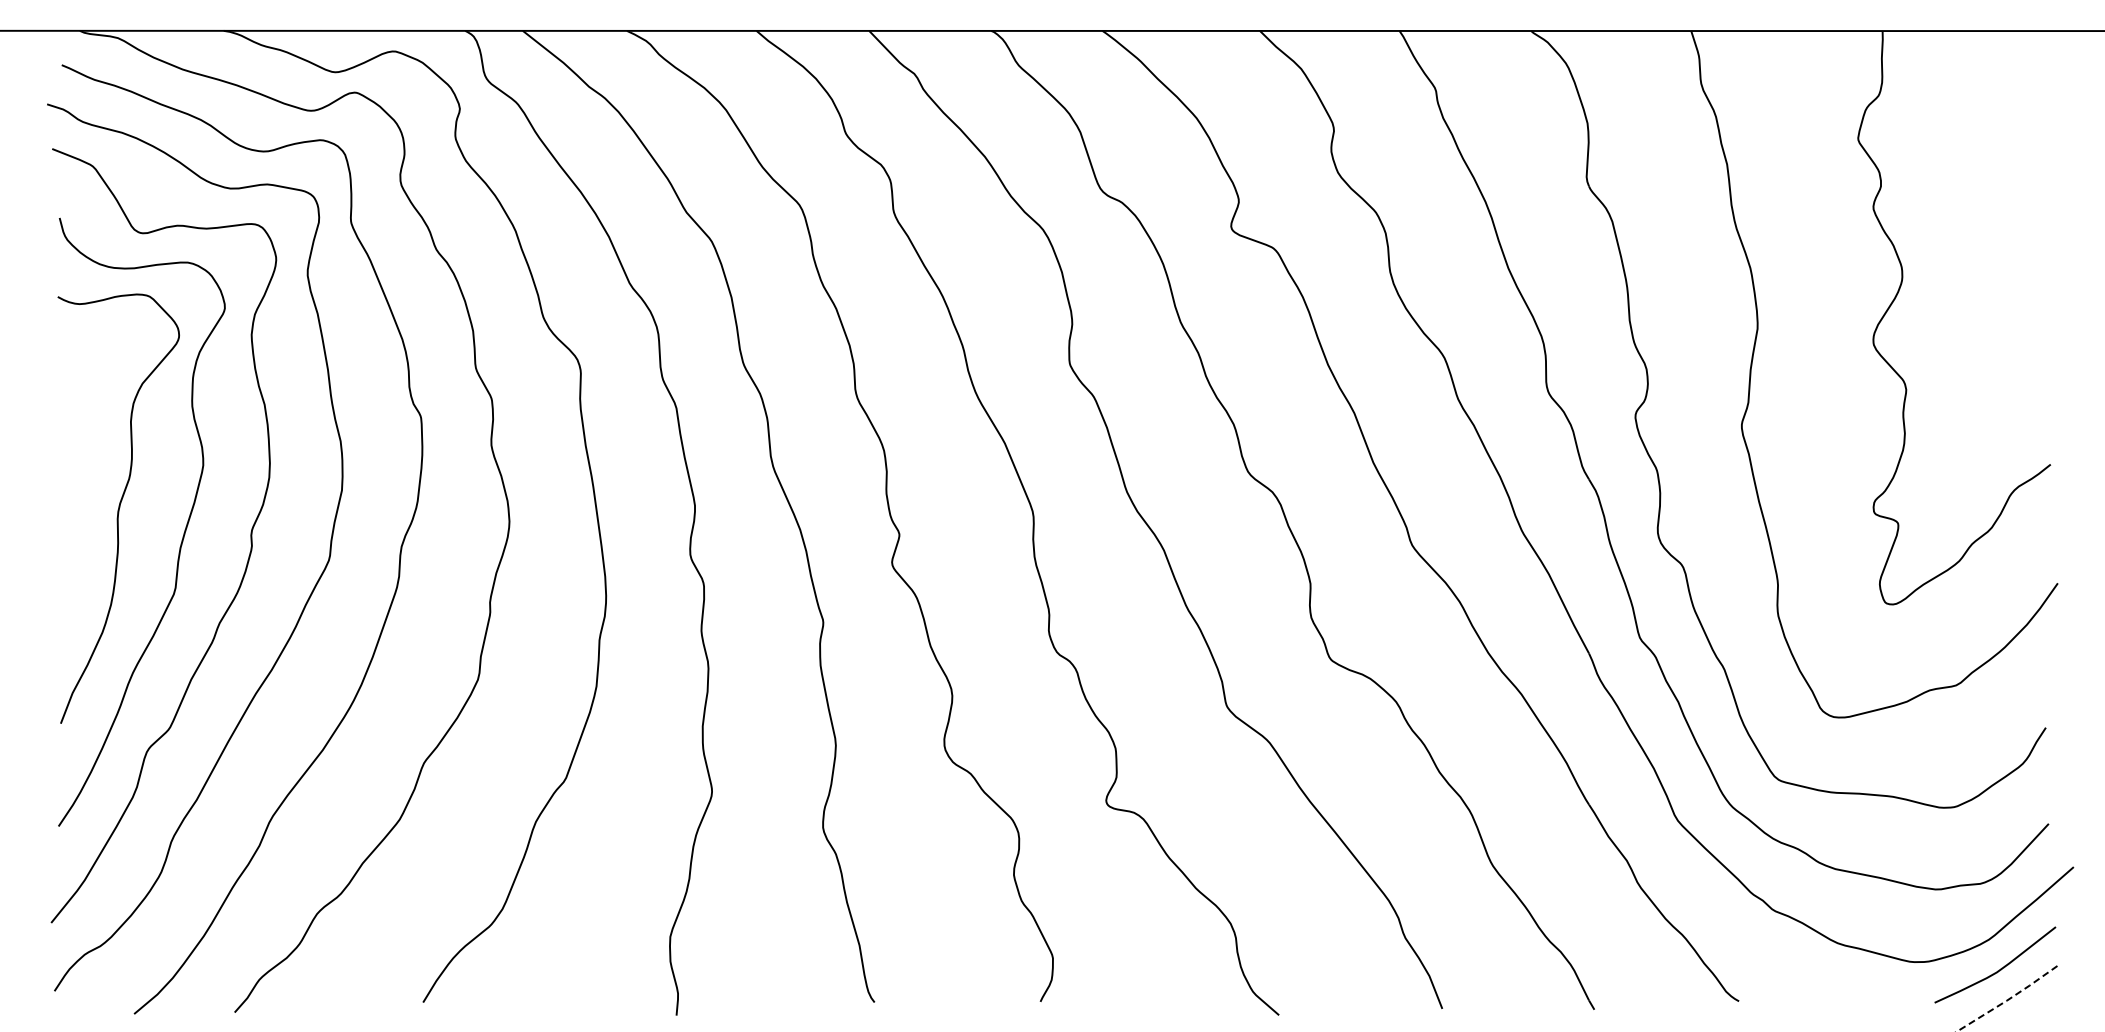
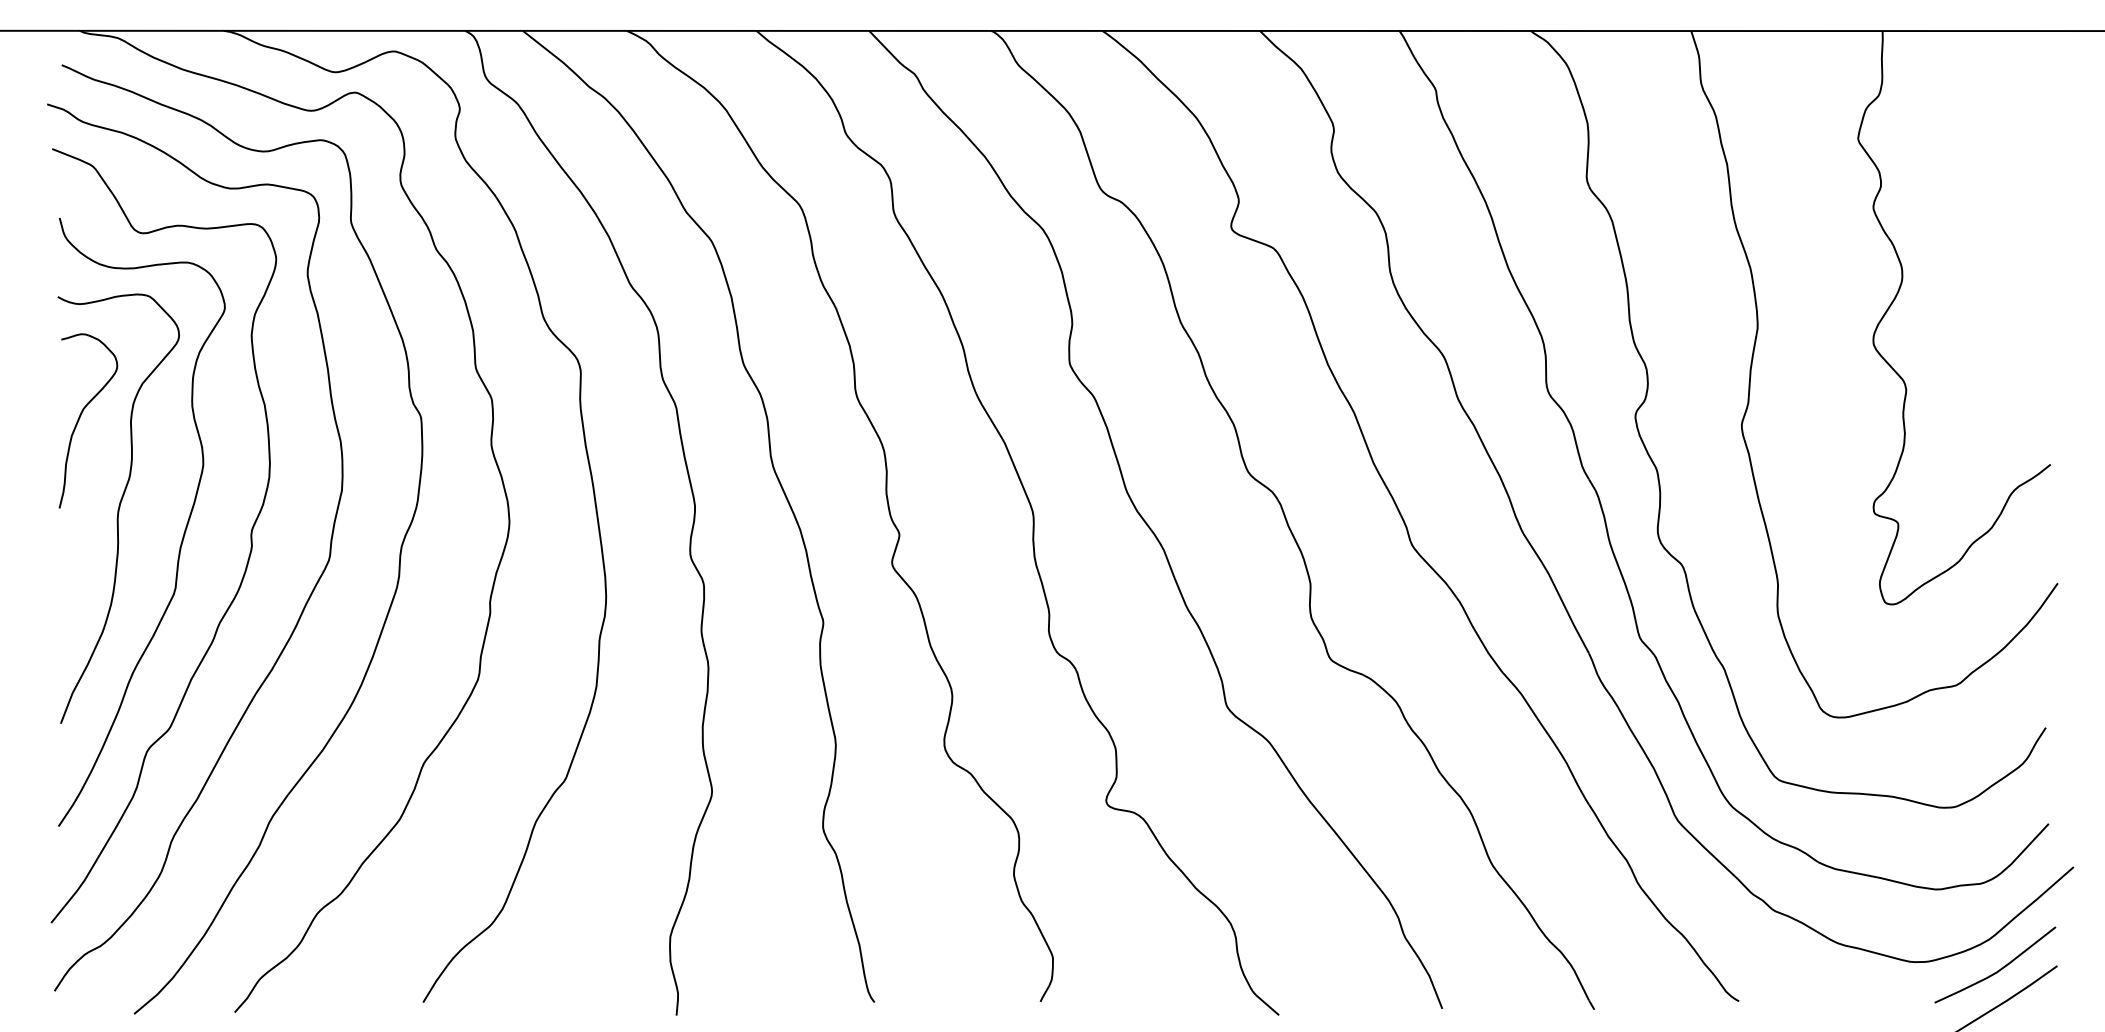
curve at (80, 418): none -> present
line at (2007, 1000): dashed -> solid
